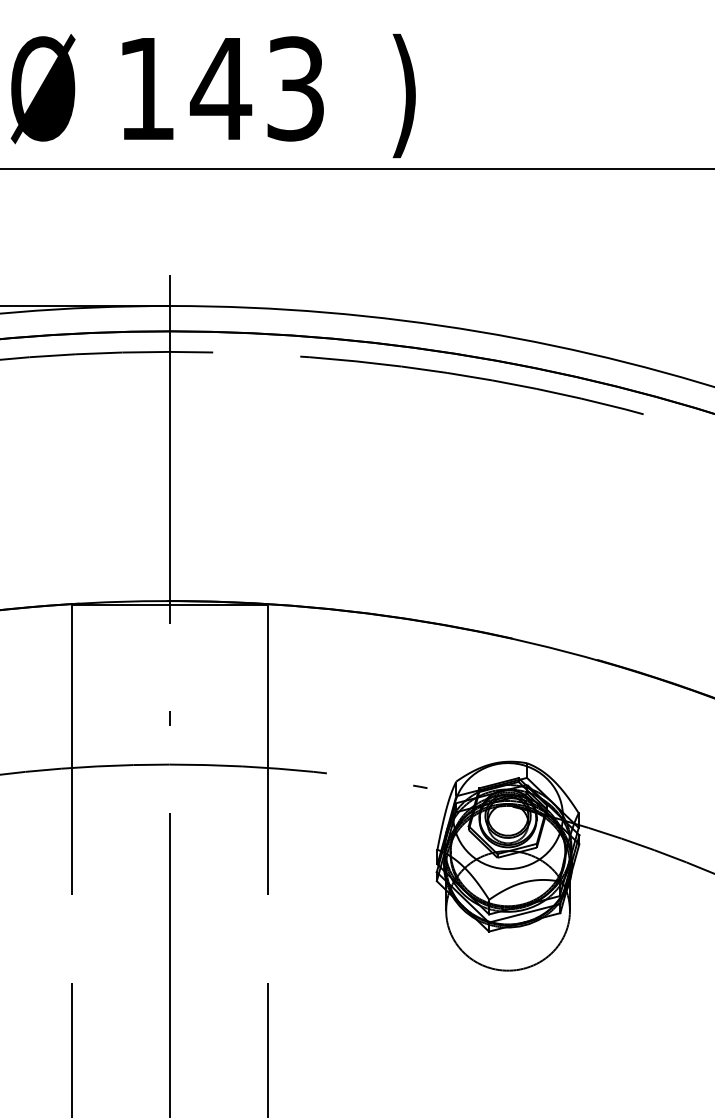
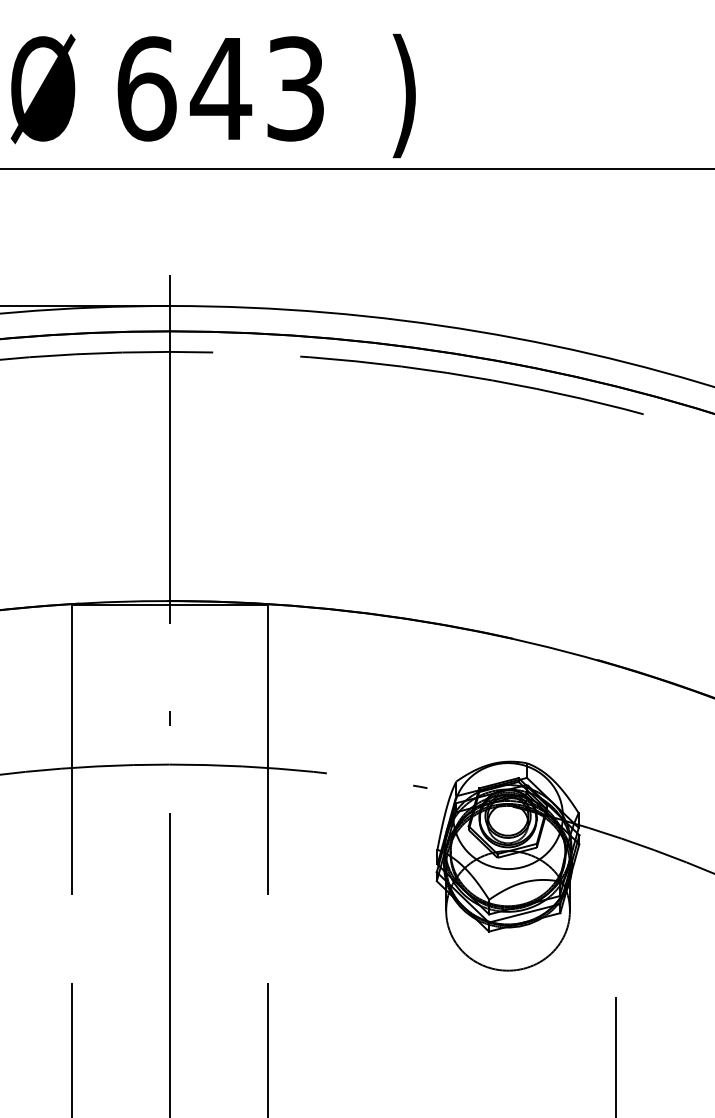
text at (146, 88): 143 -> 643
line at (615, 1055): none -> present
